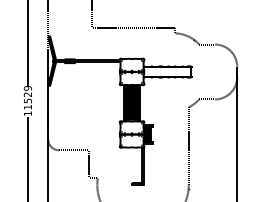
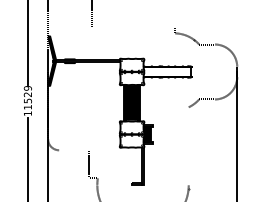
line at (133, 27): present -> none
line at (188, 146): present -> none
line at (73, 150): present -> none
